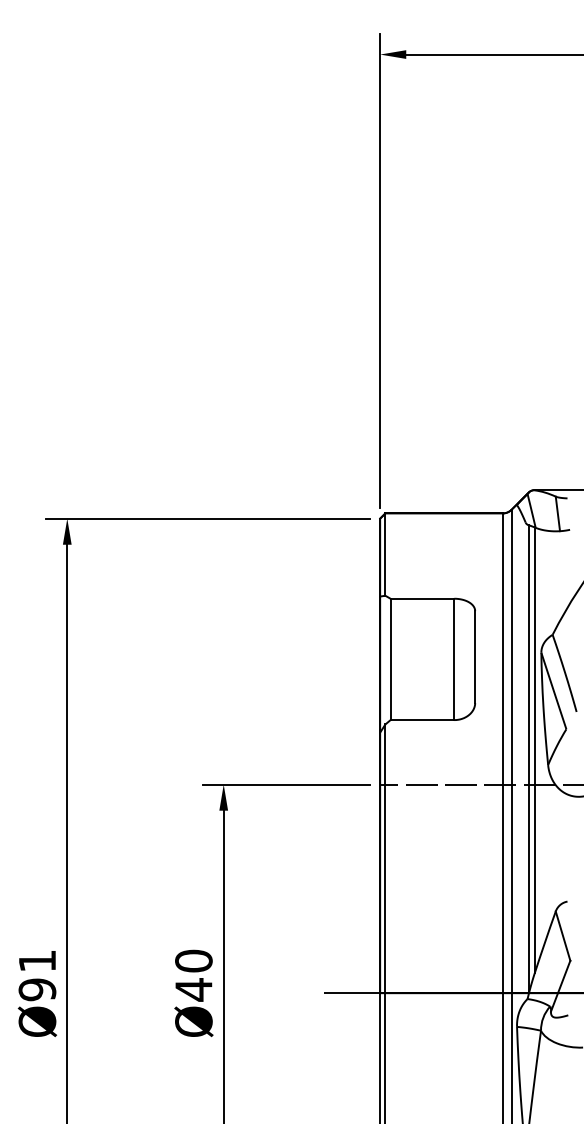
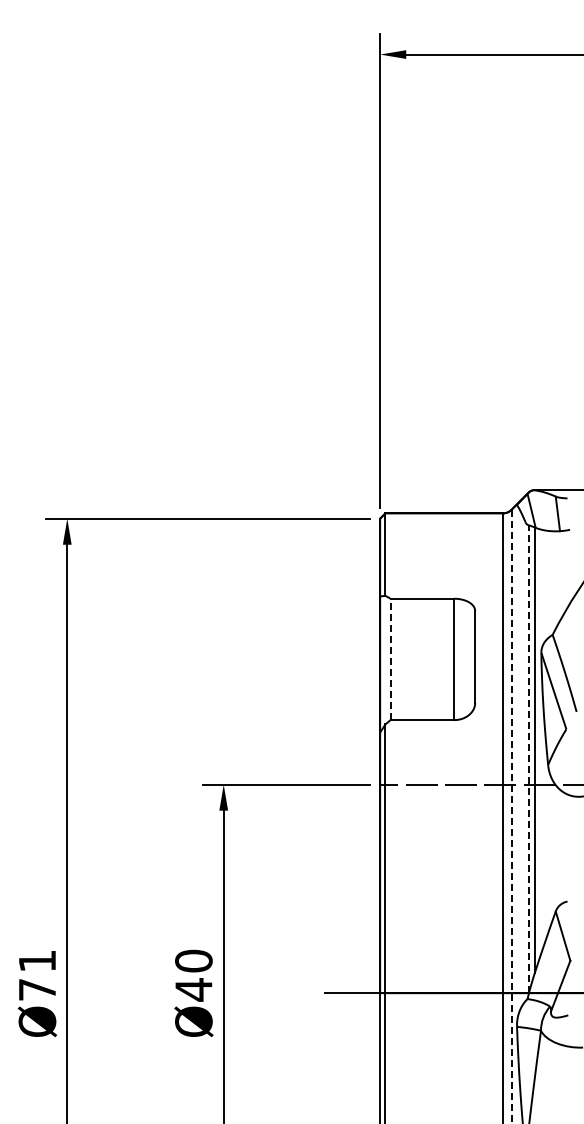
line at (390, 659): solid -> dashed
line at (528, 758): solid -> dashed
line at (511, 816): solid -> dashed
text at (37, 989): Ø91 -> Ø71
